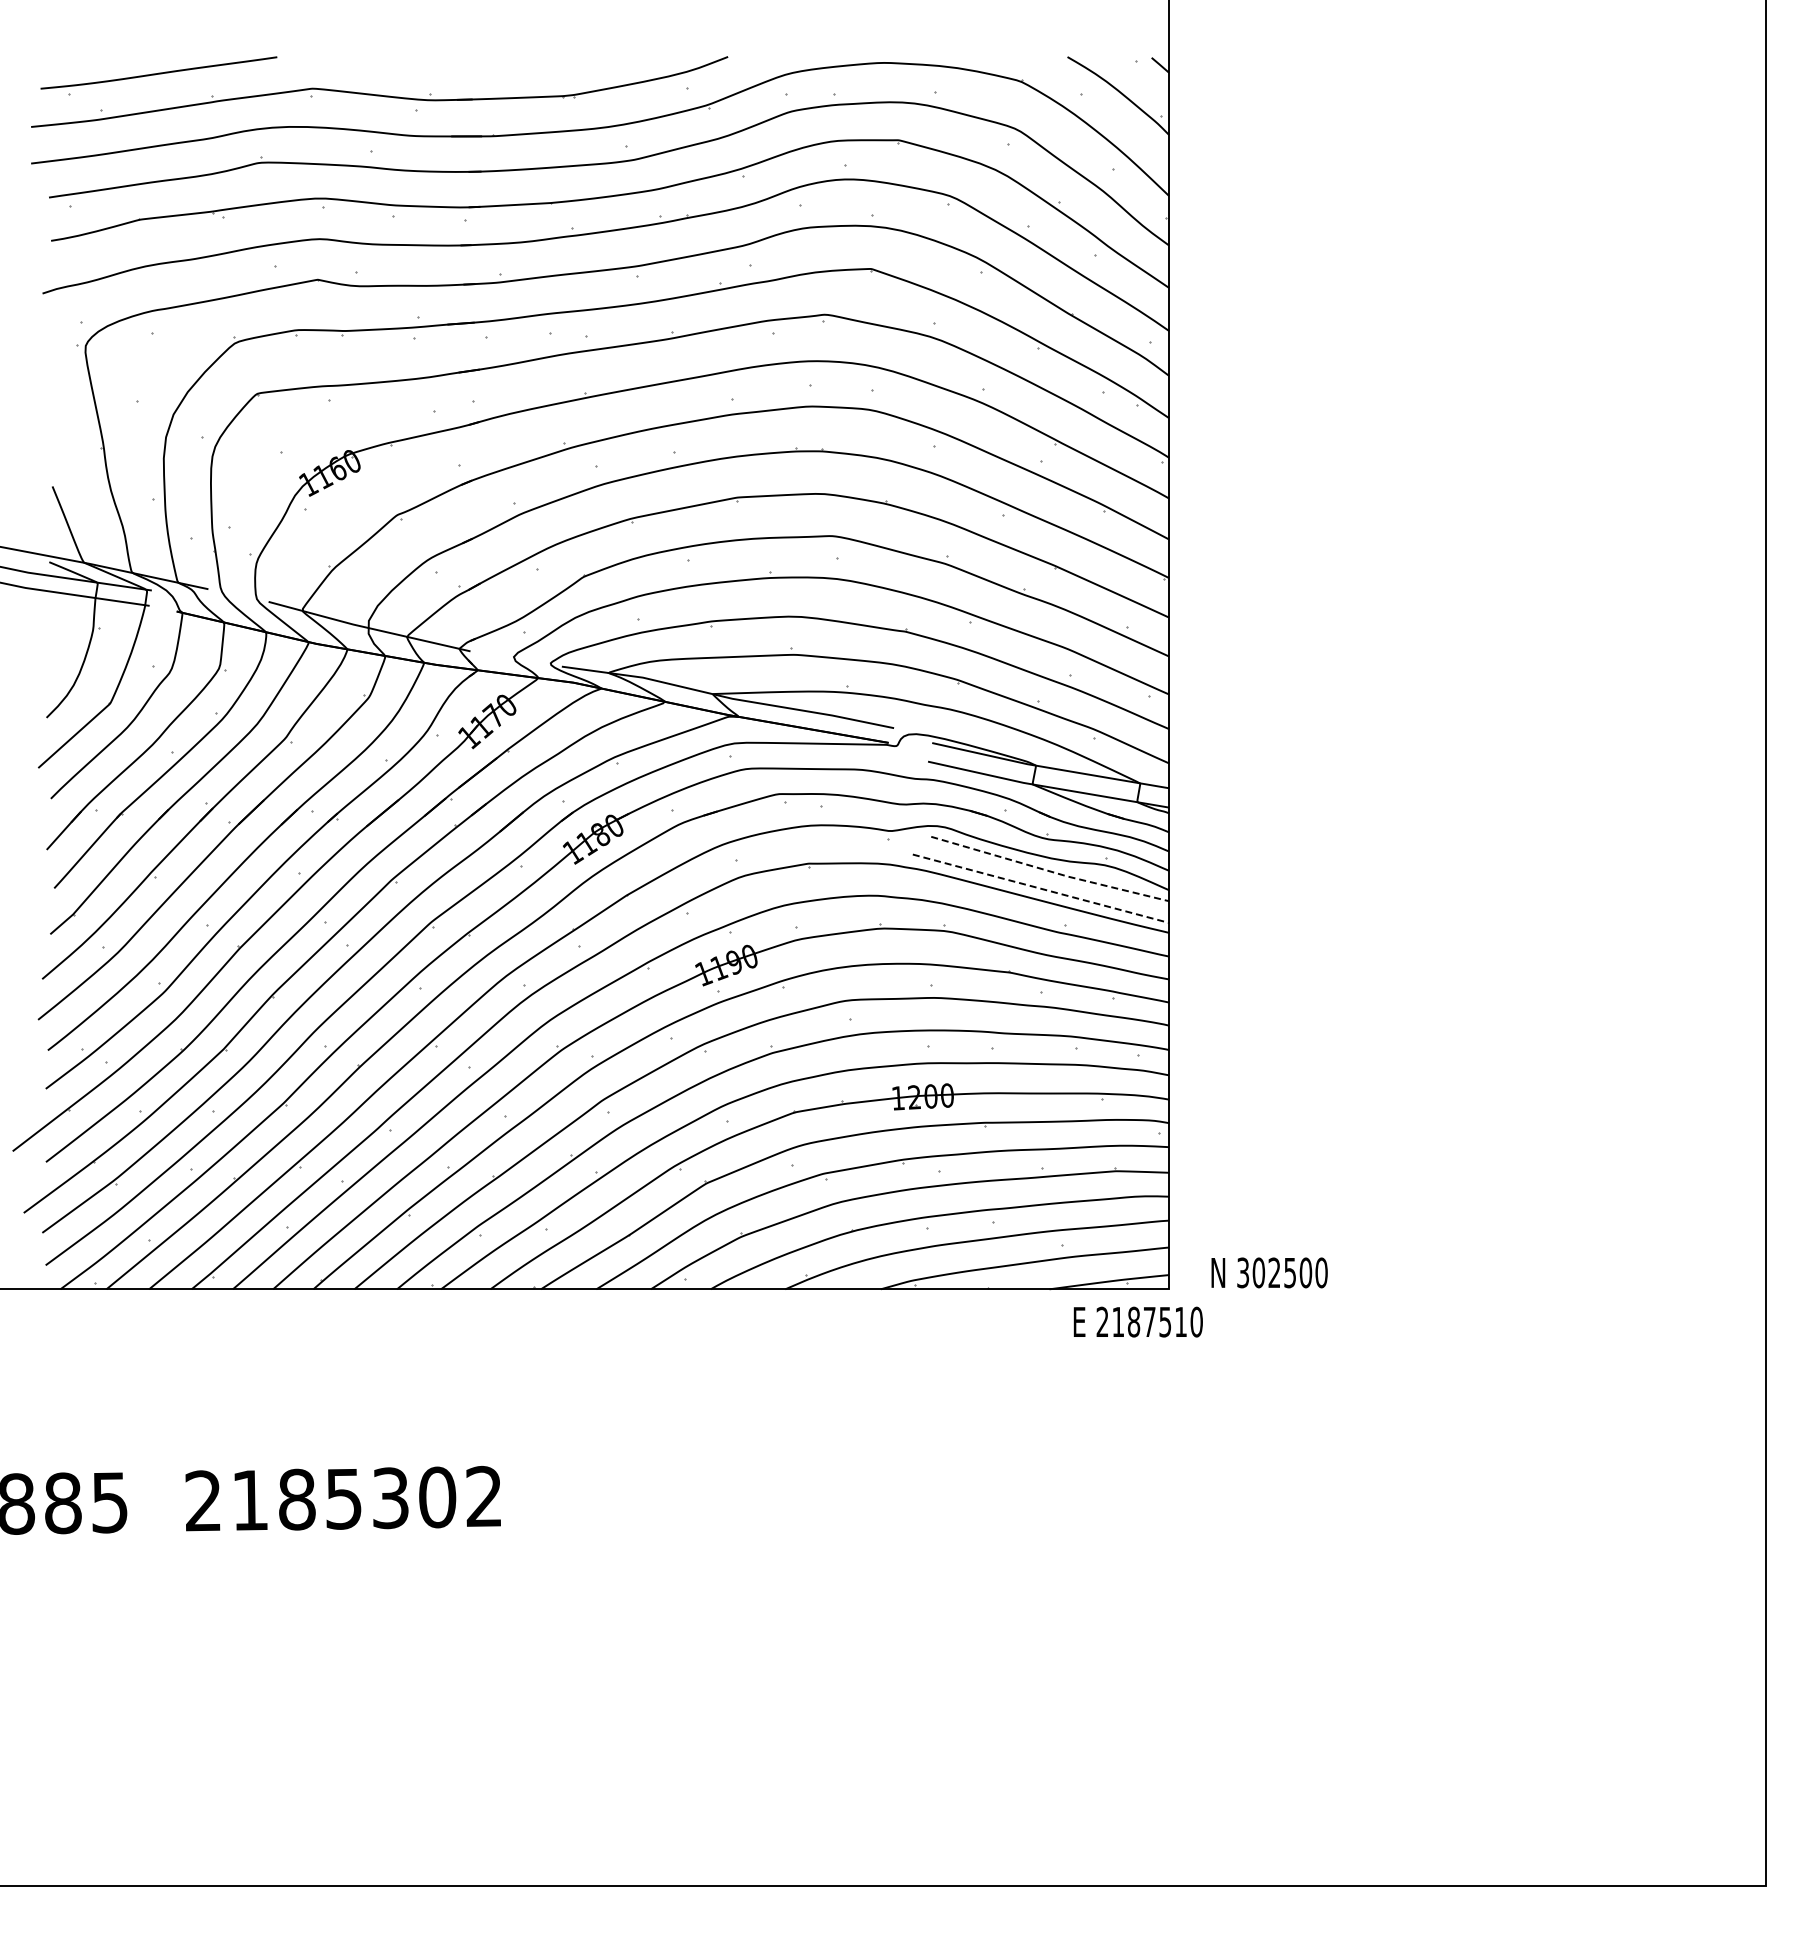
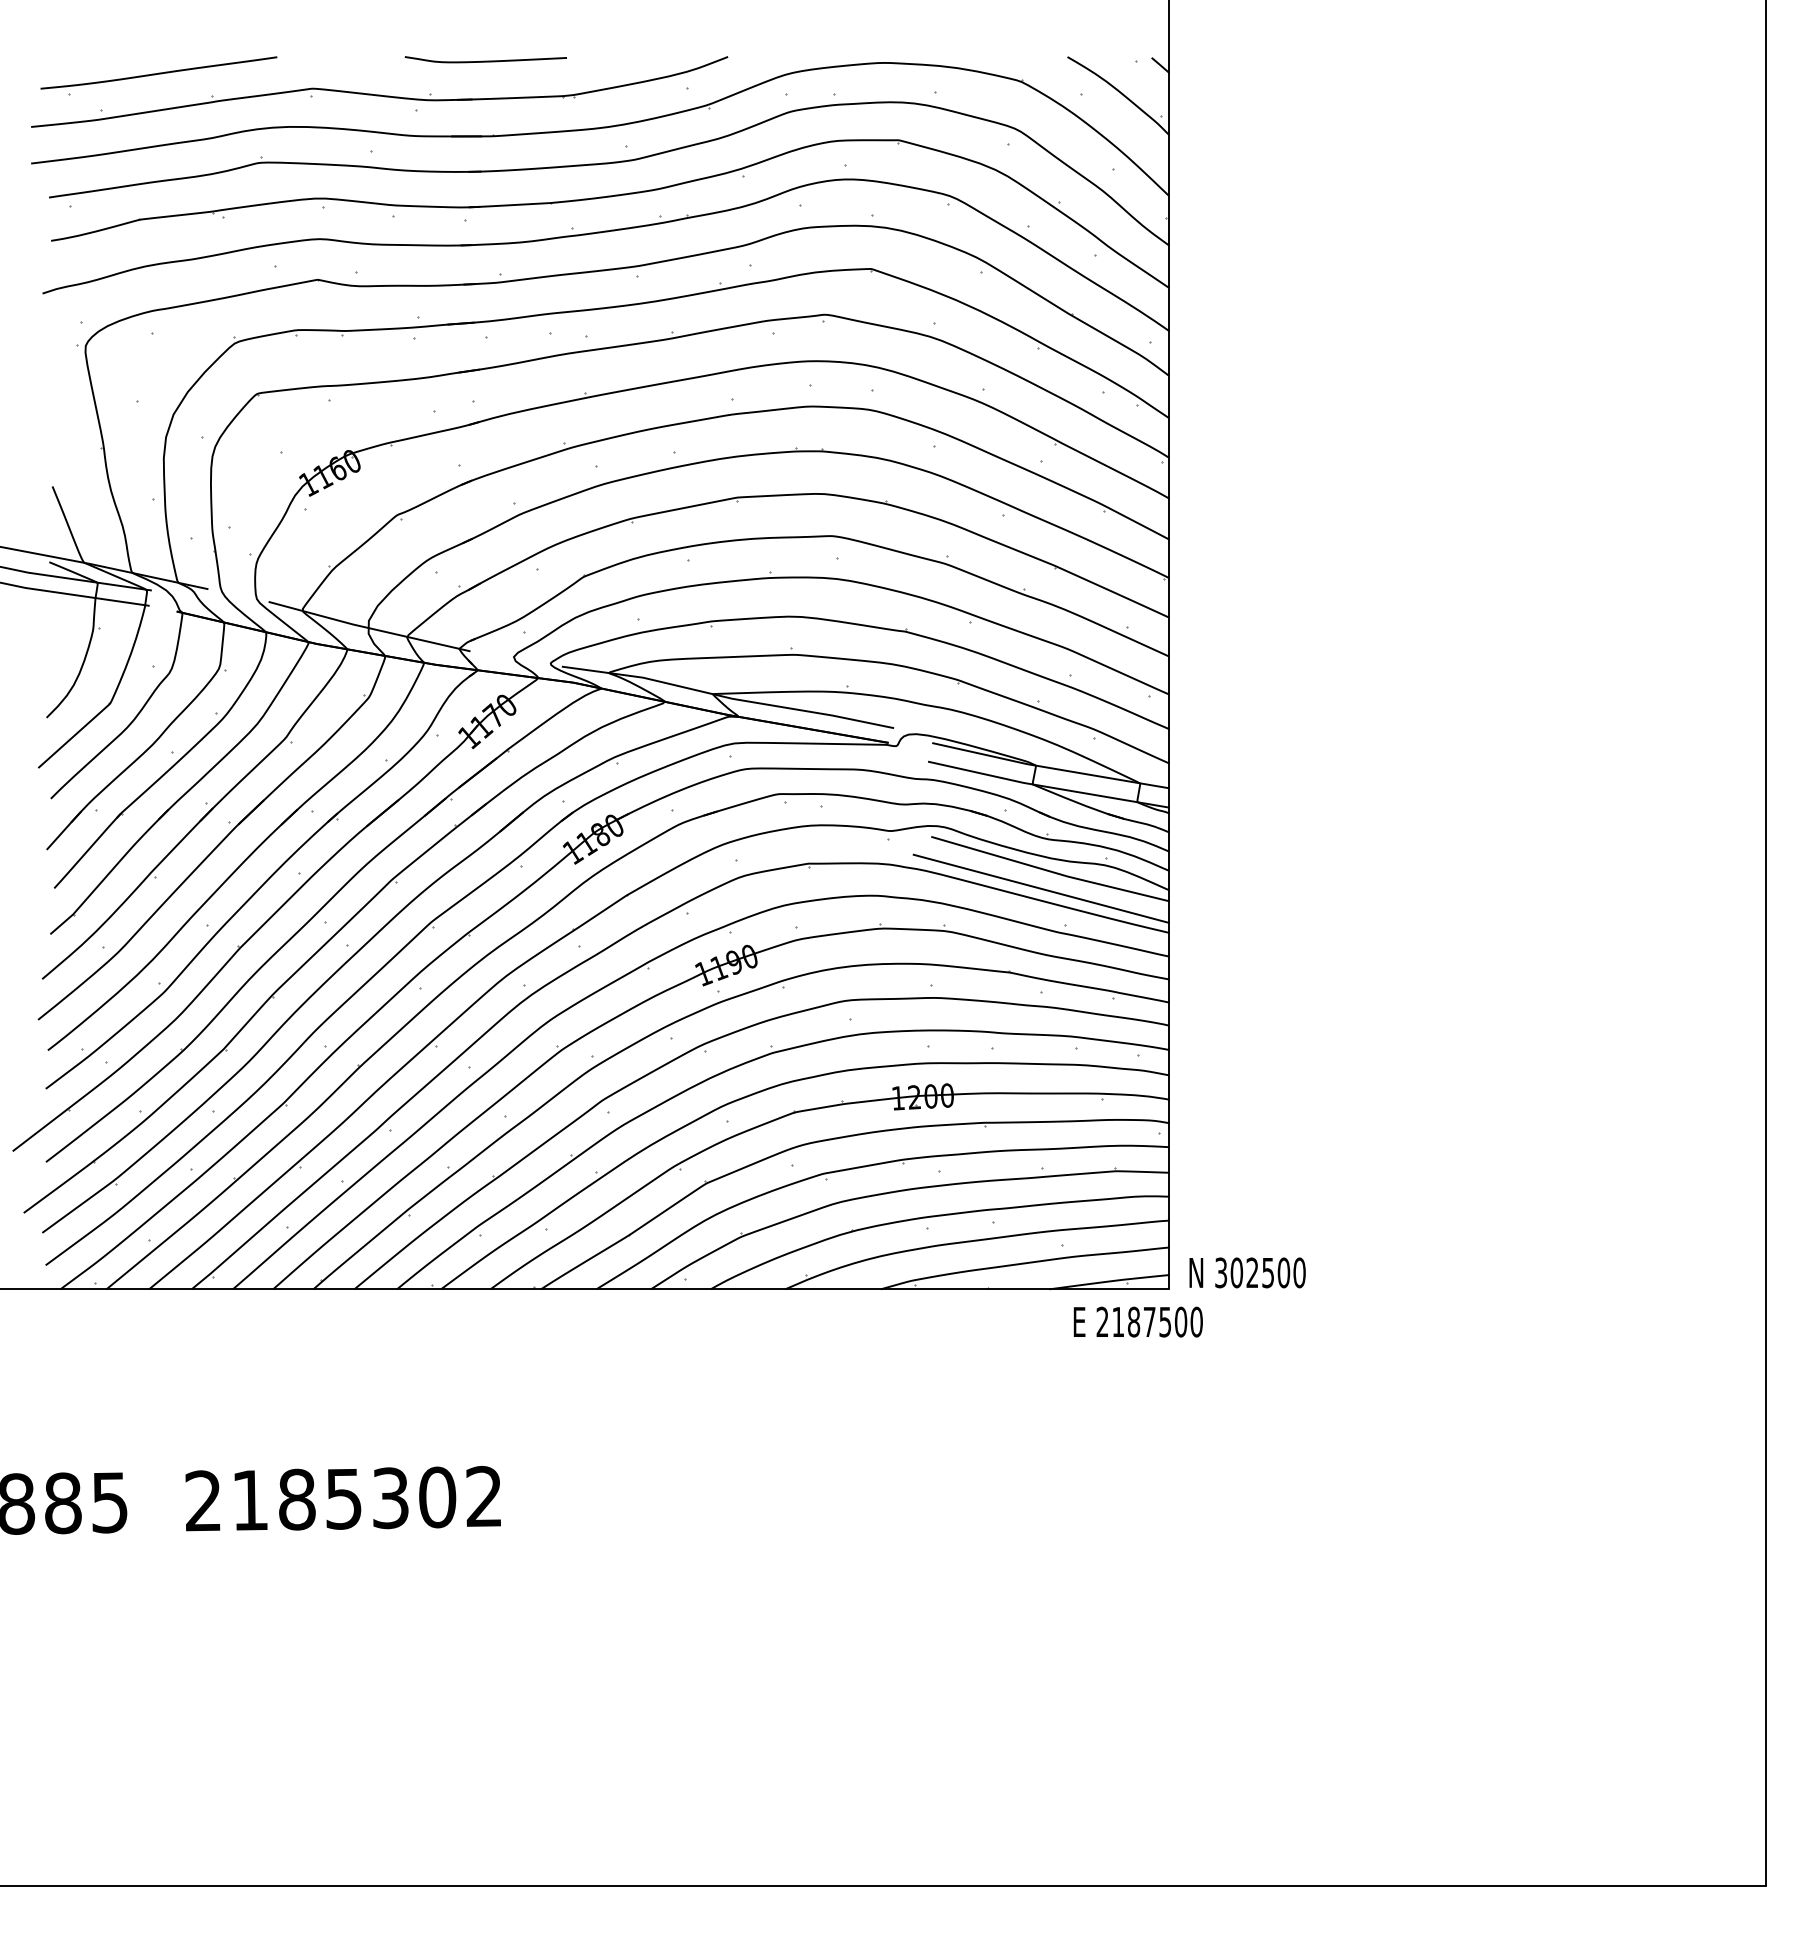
curve at (485, 60): none -> present
line at (1050, 871): dashed -> solid
line at (1041, 888): dashed -> solid
text at (1269, 1272) position: (1269, 1272) -> (1247, 1272)
text at (1181, 1321): 2187510 -> 2187500
